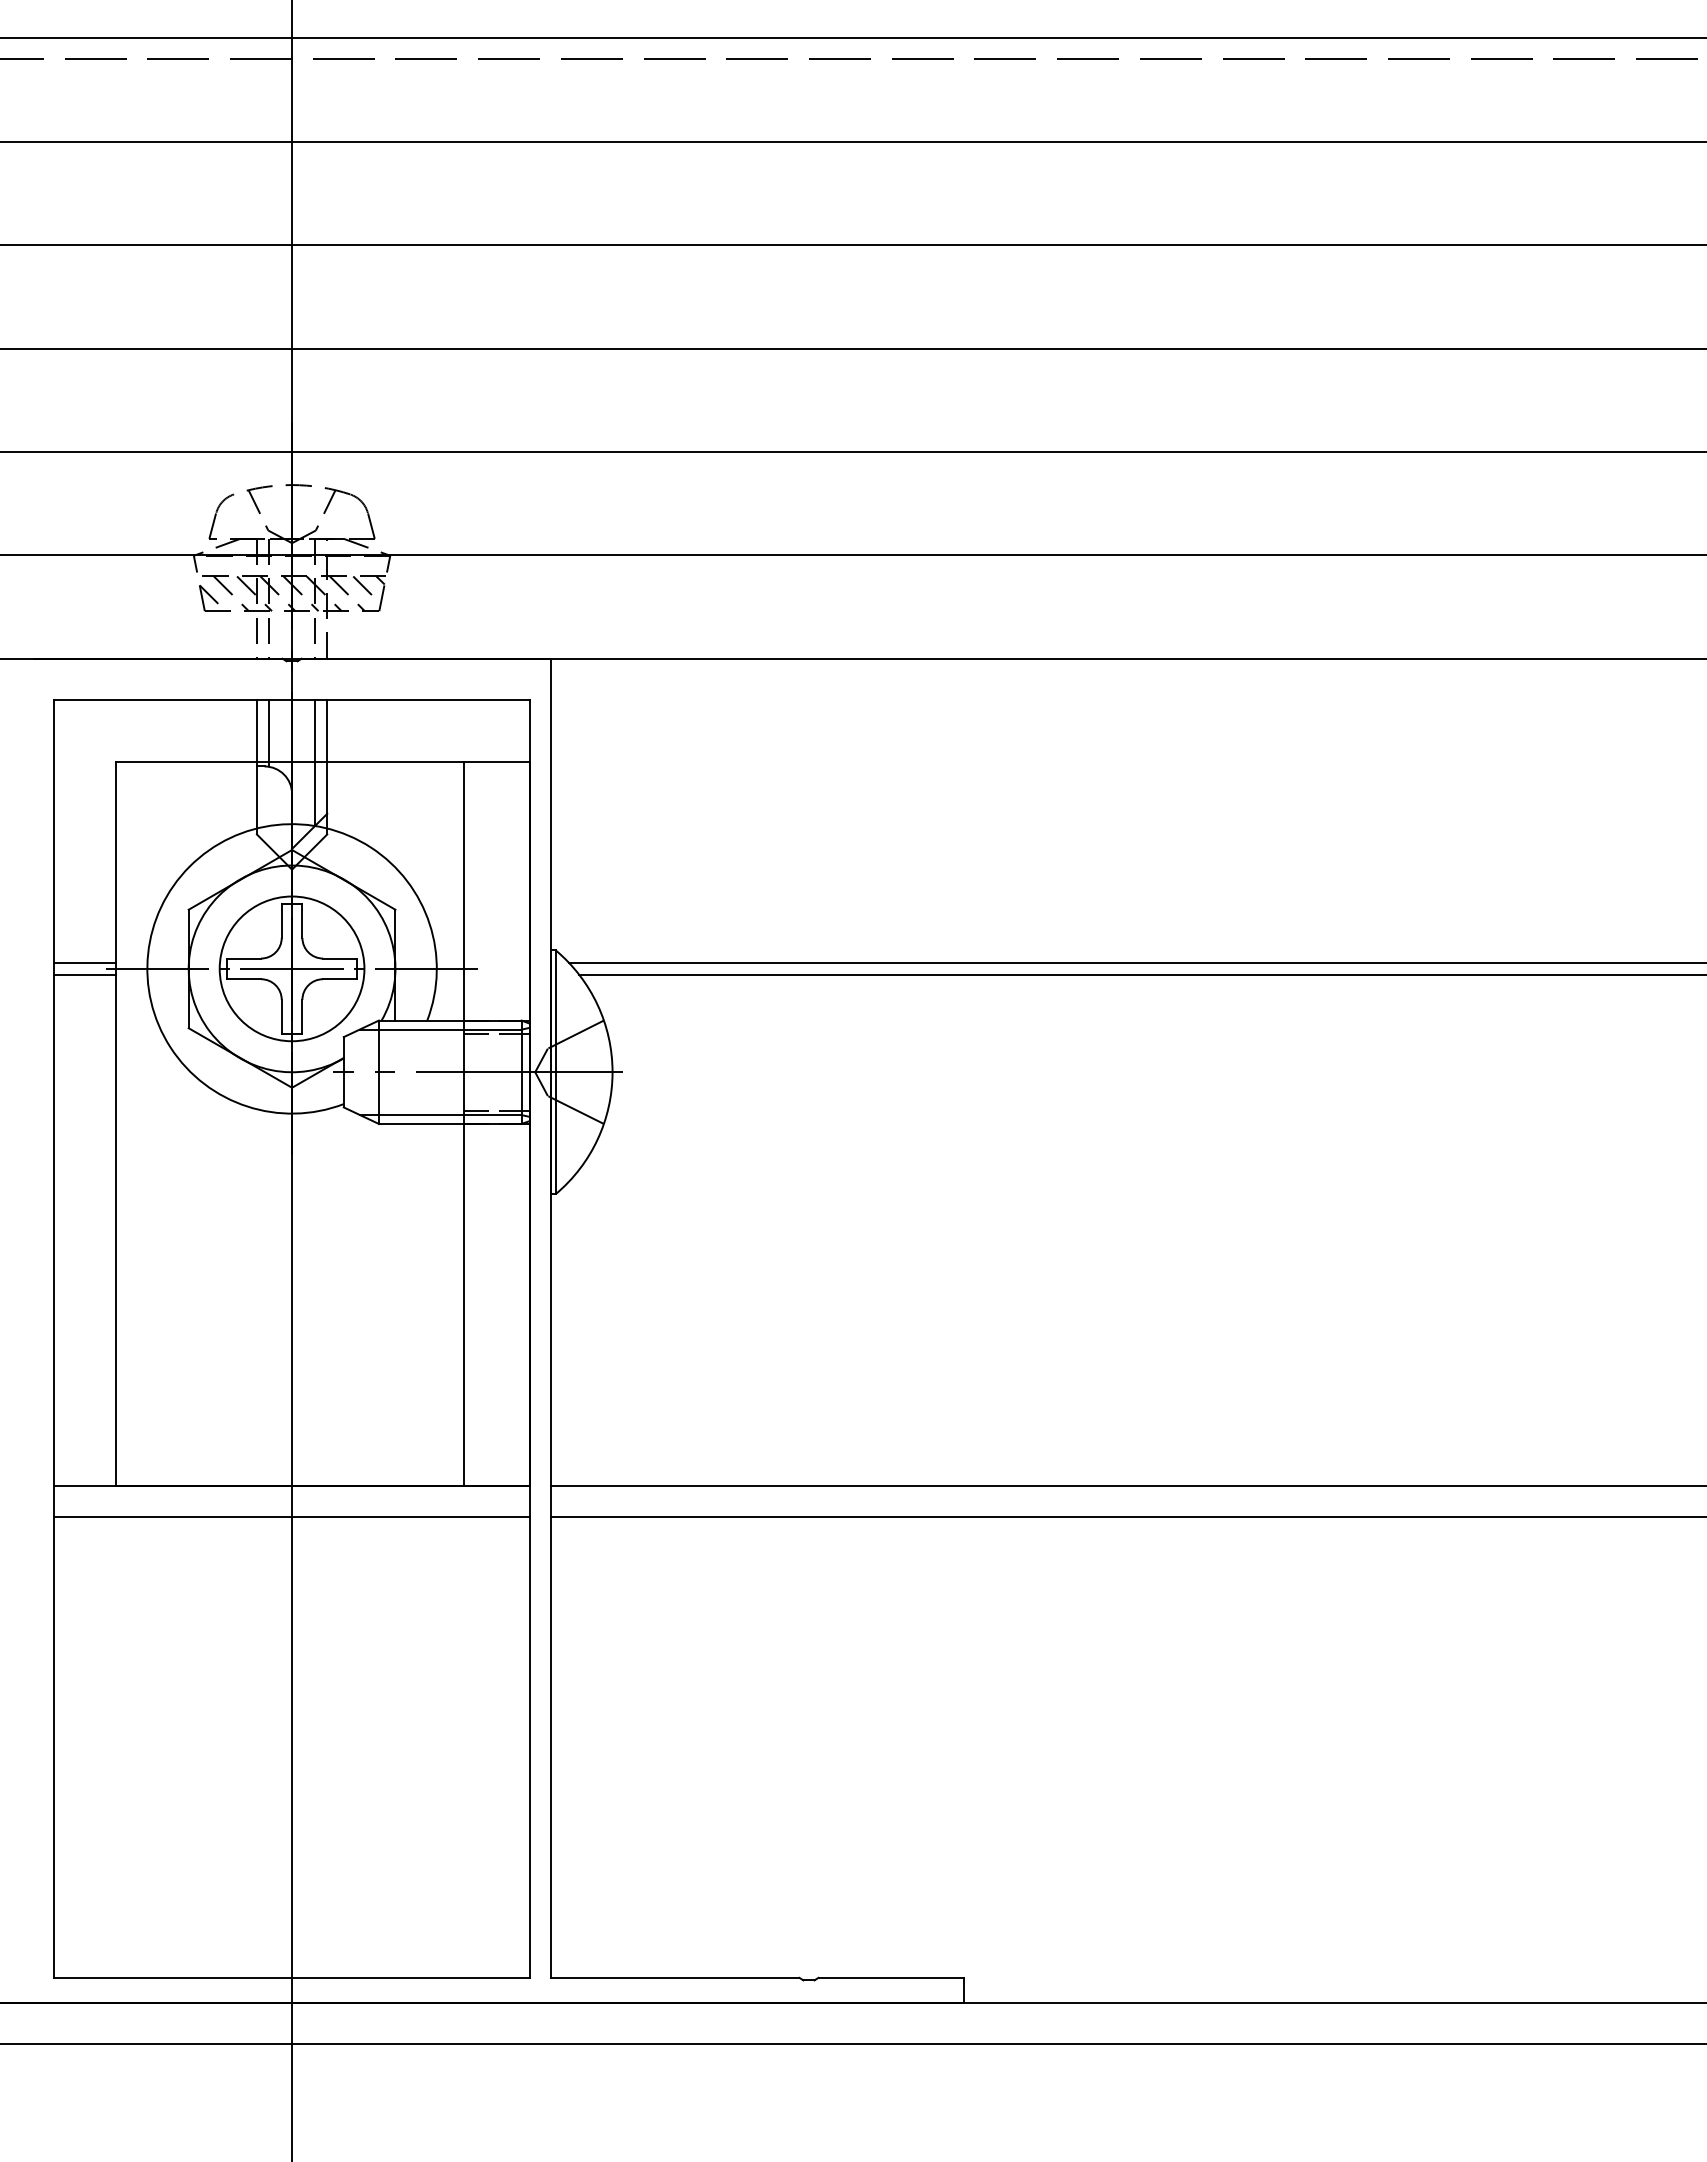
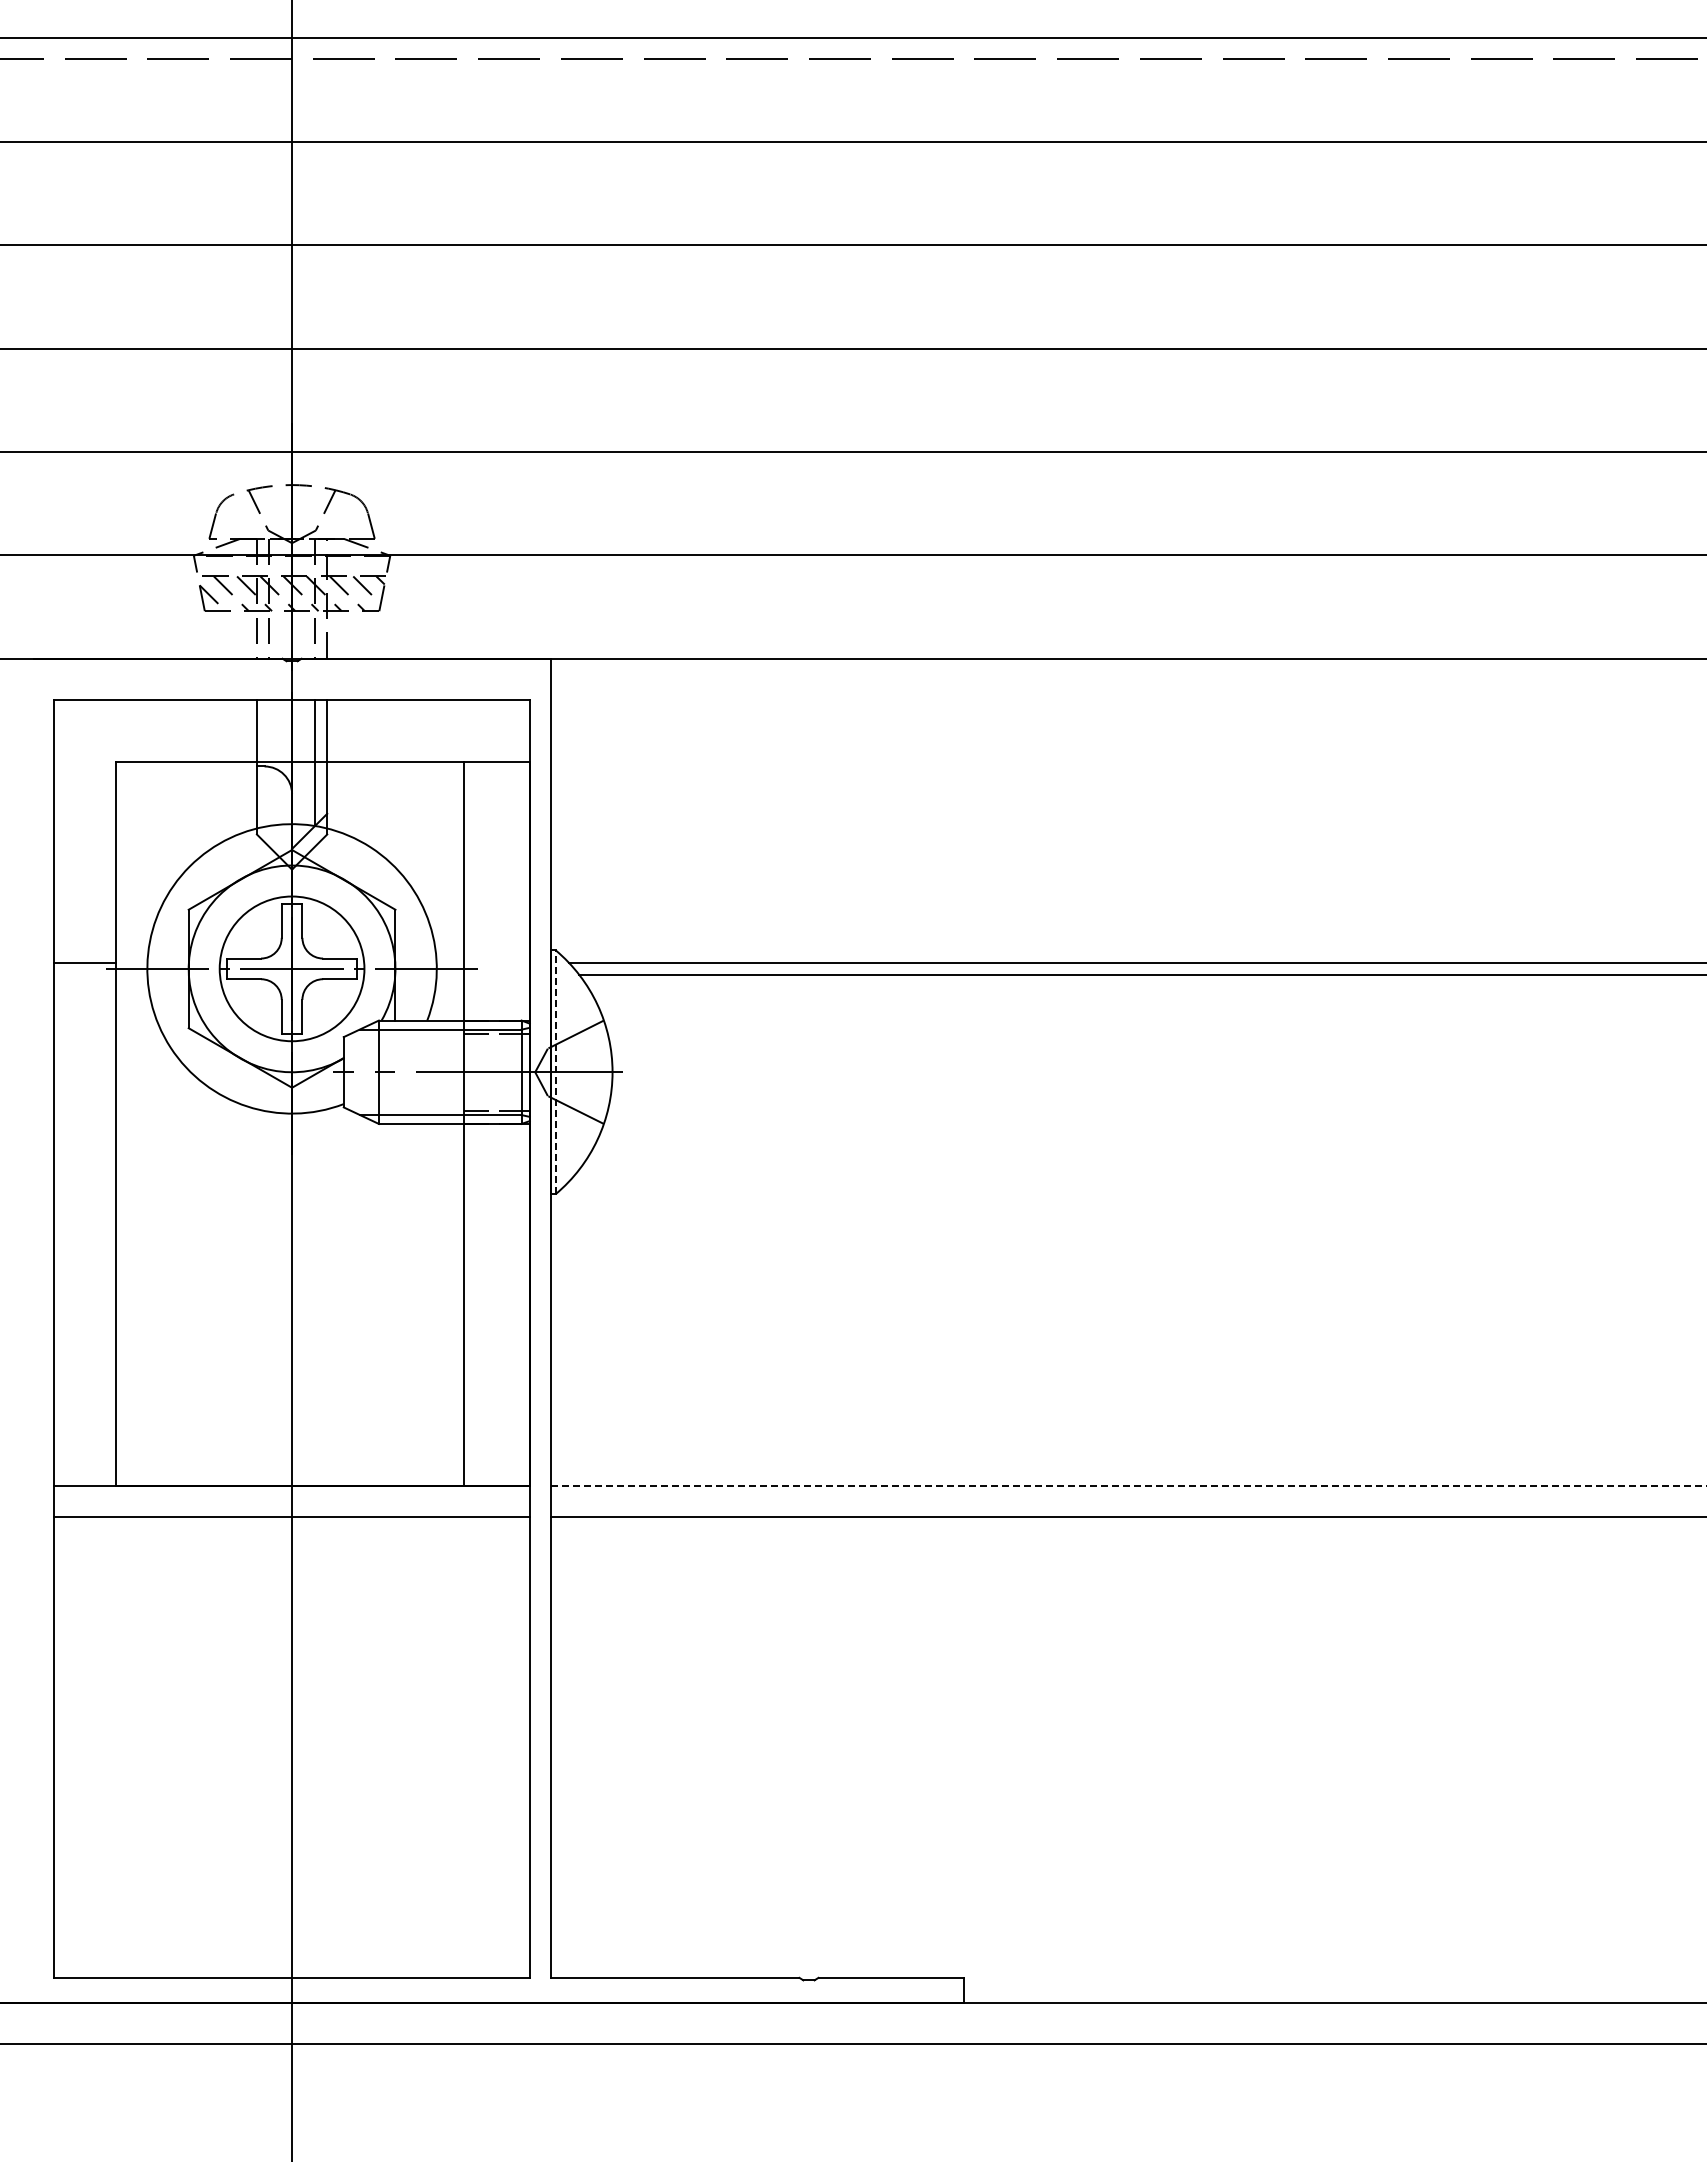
line at (269, 733): present -> none
line at (85, 975): present -> none
line at (555, 1072): solid -> dashed
line at (1128, 1485): solid -> dashed
